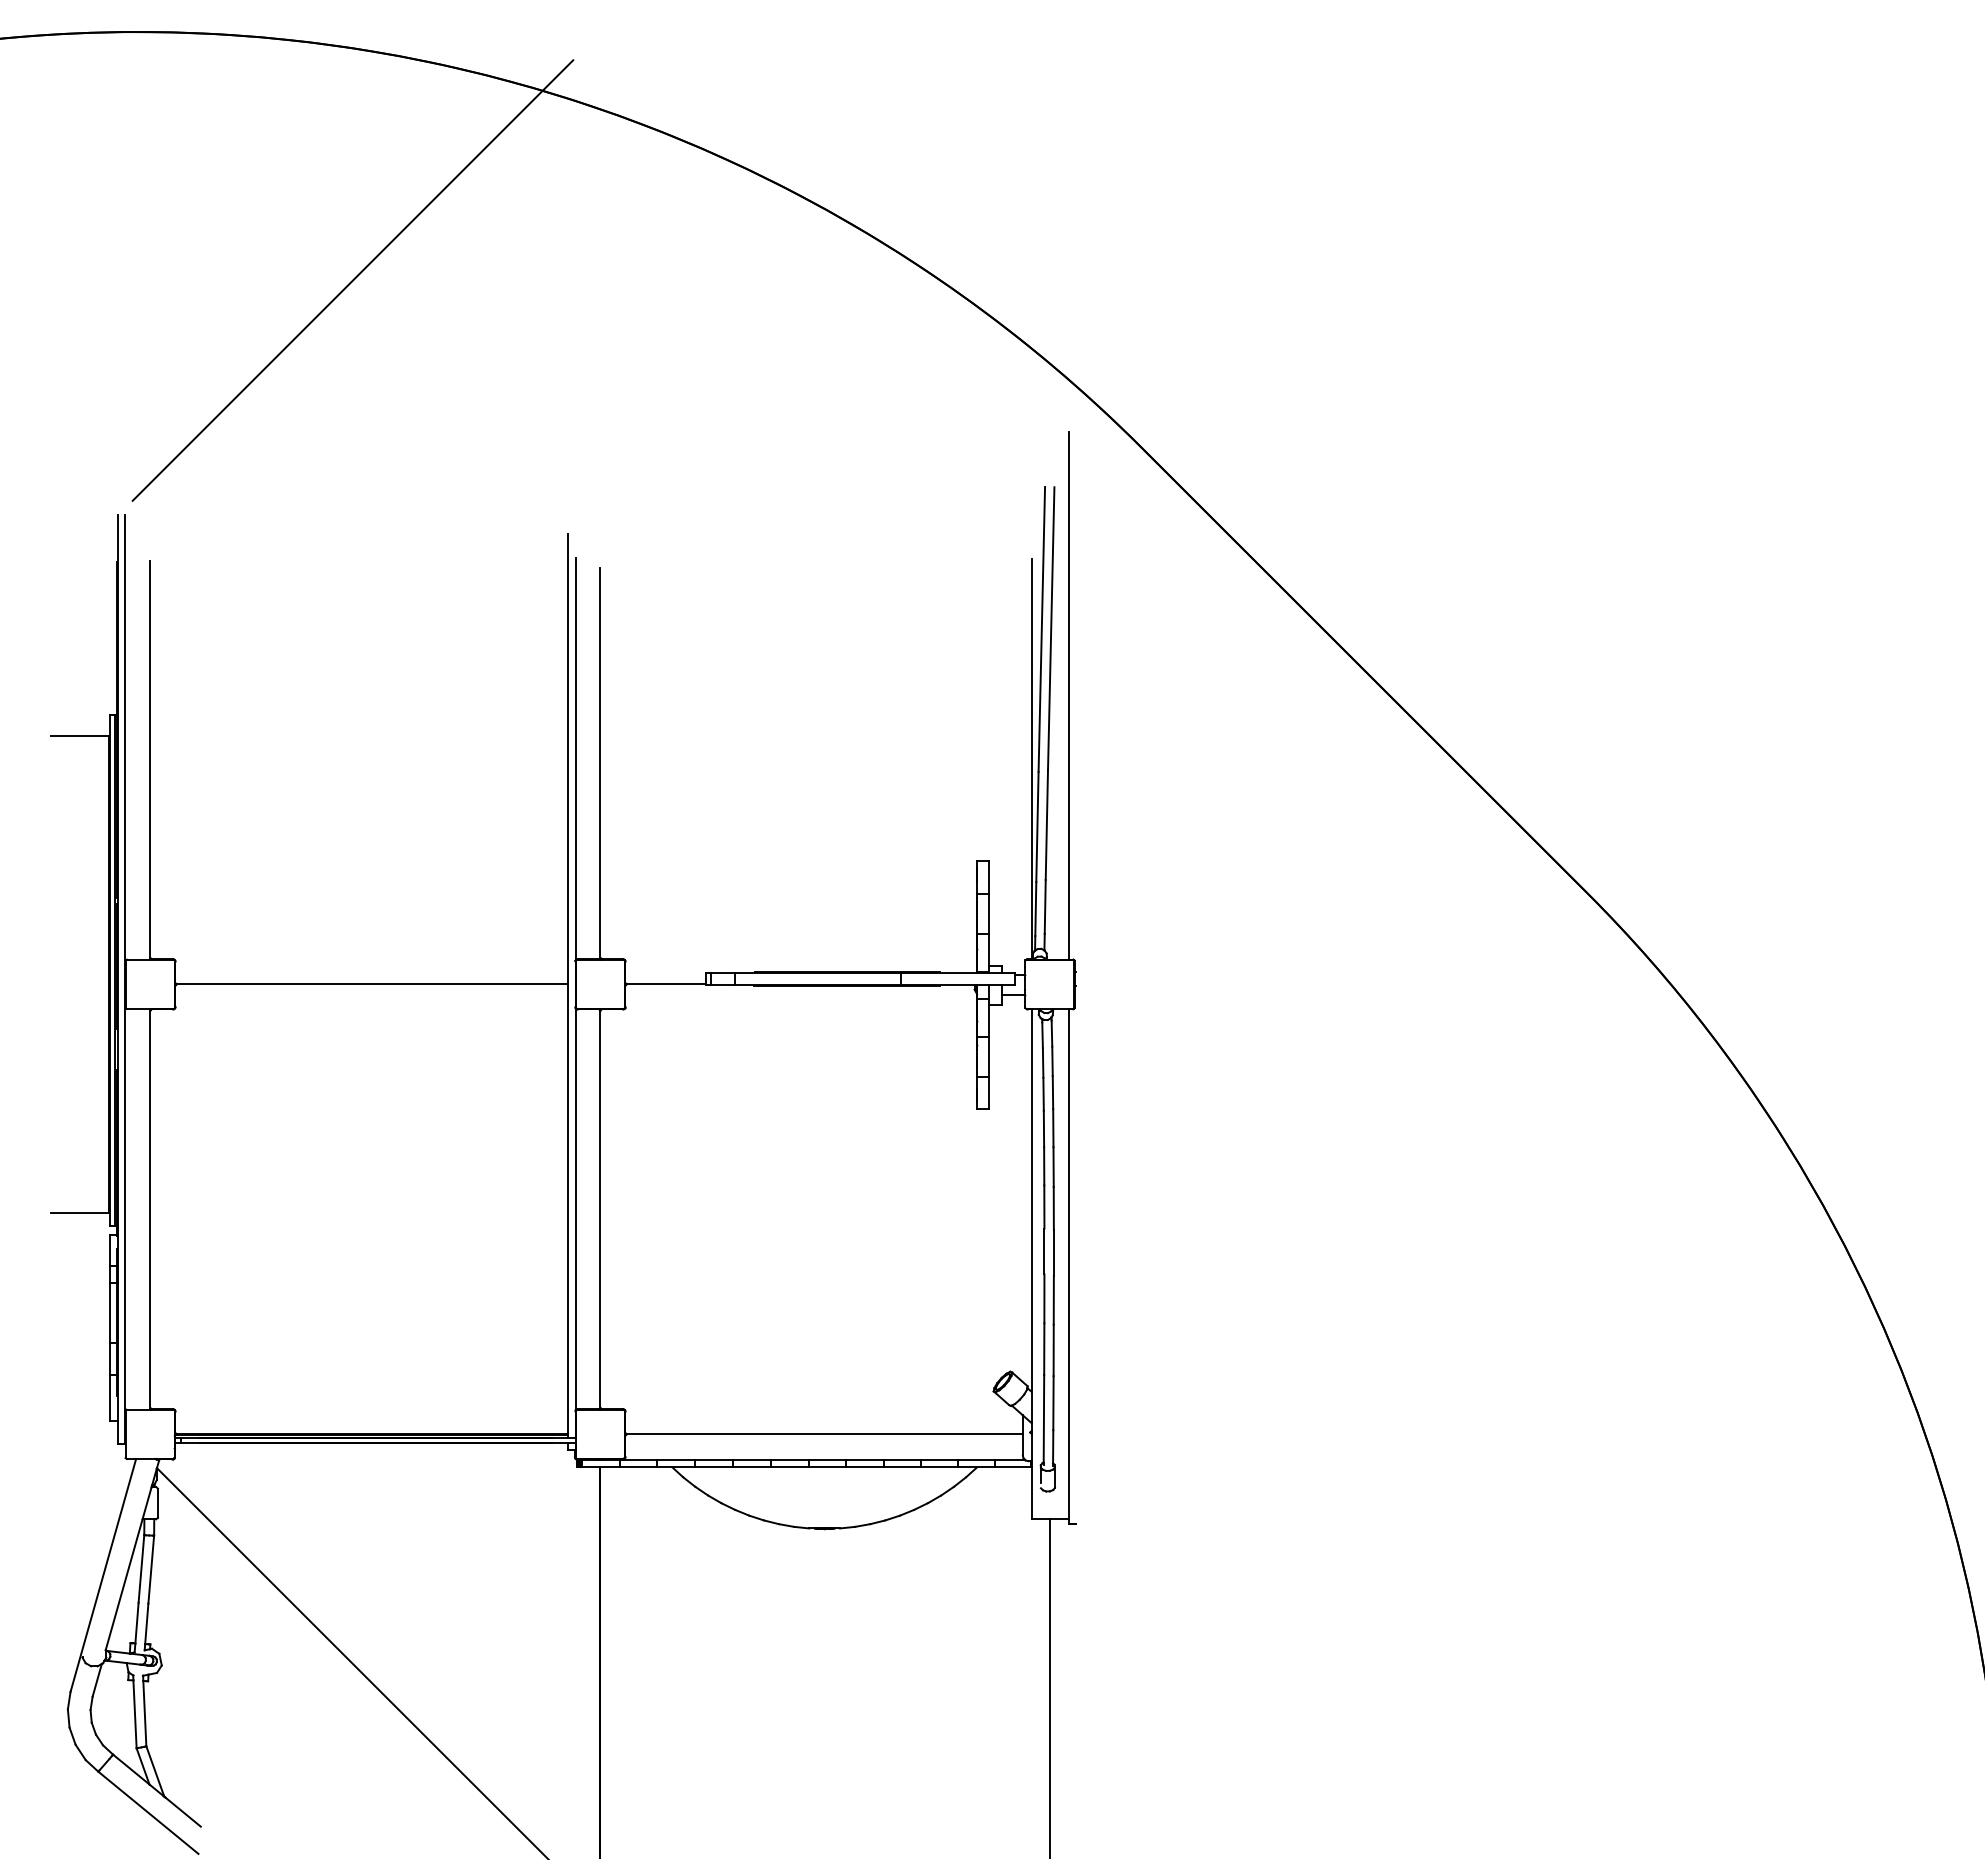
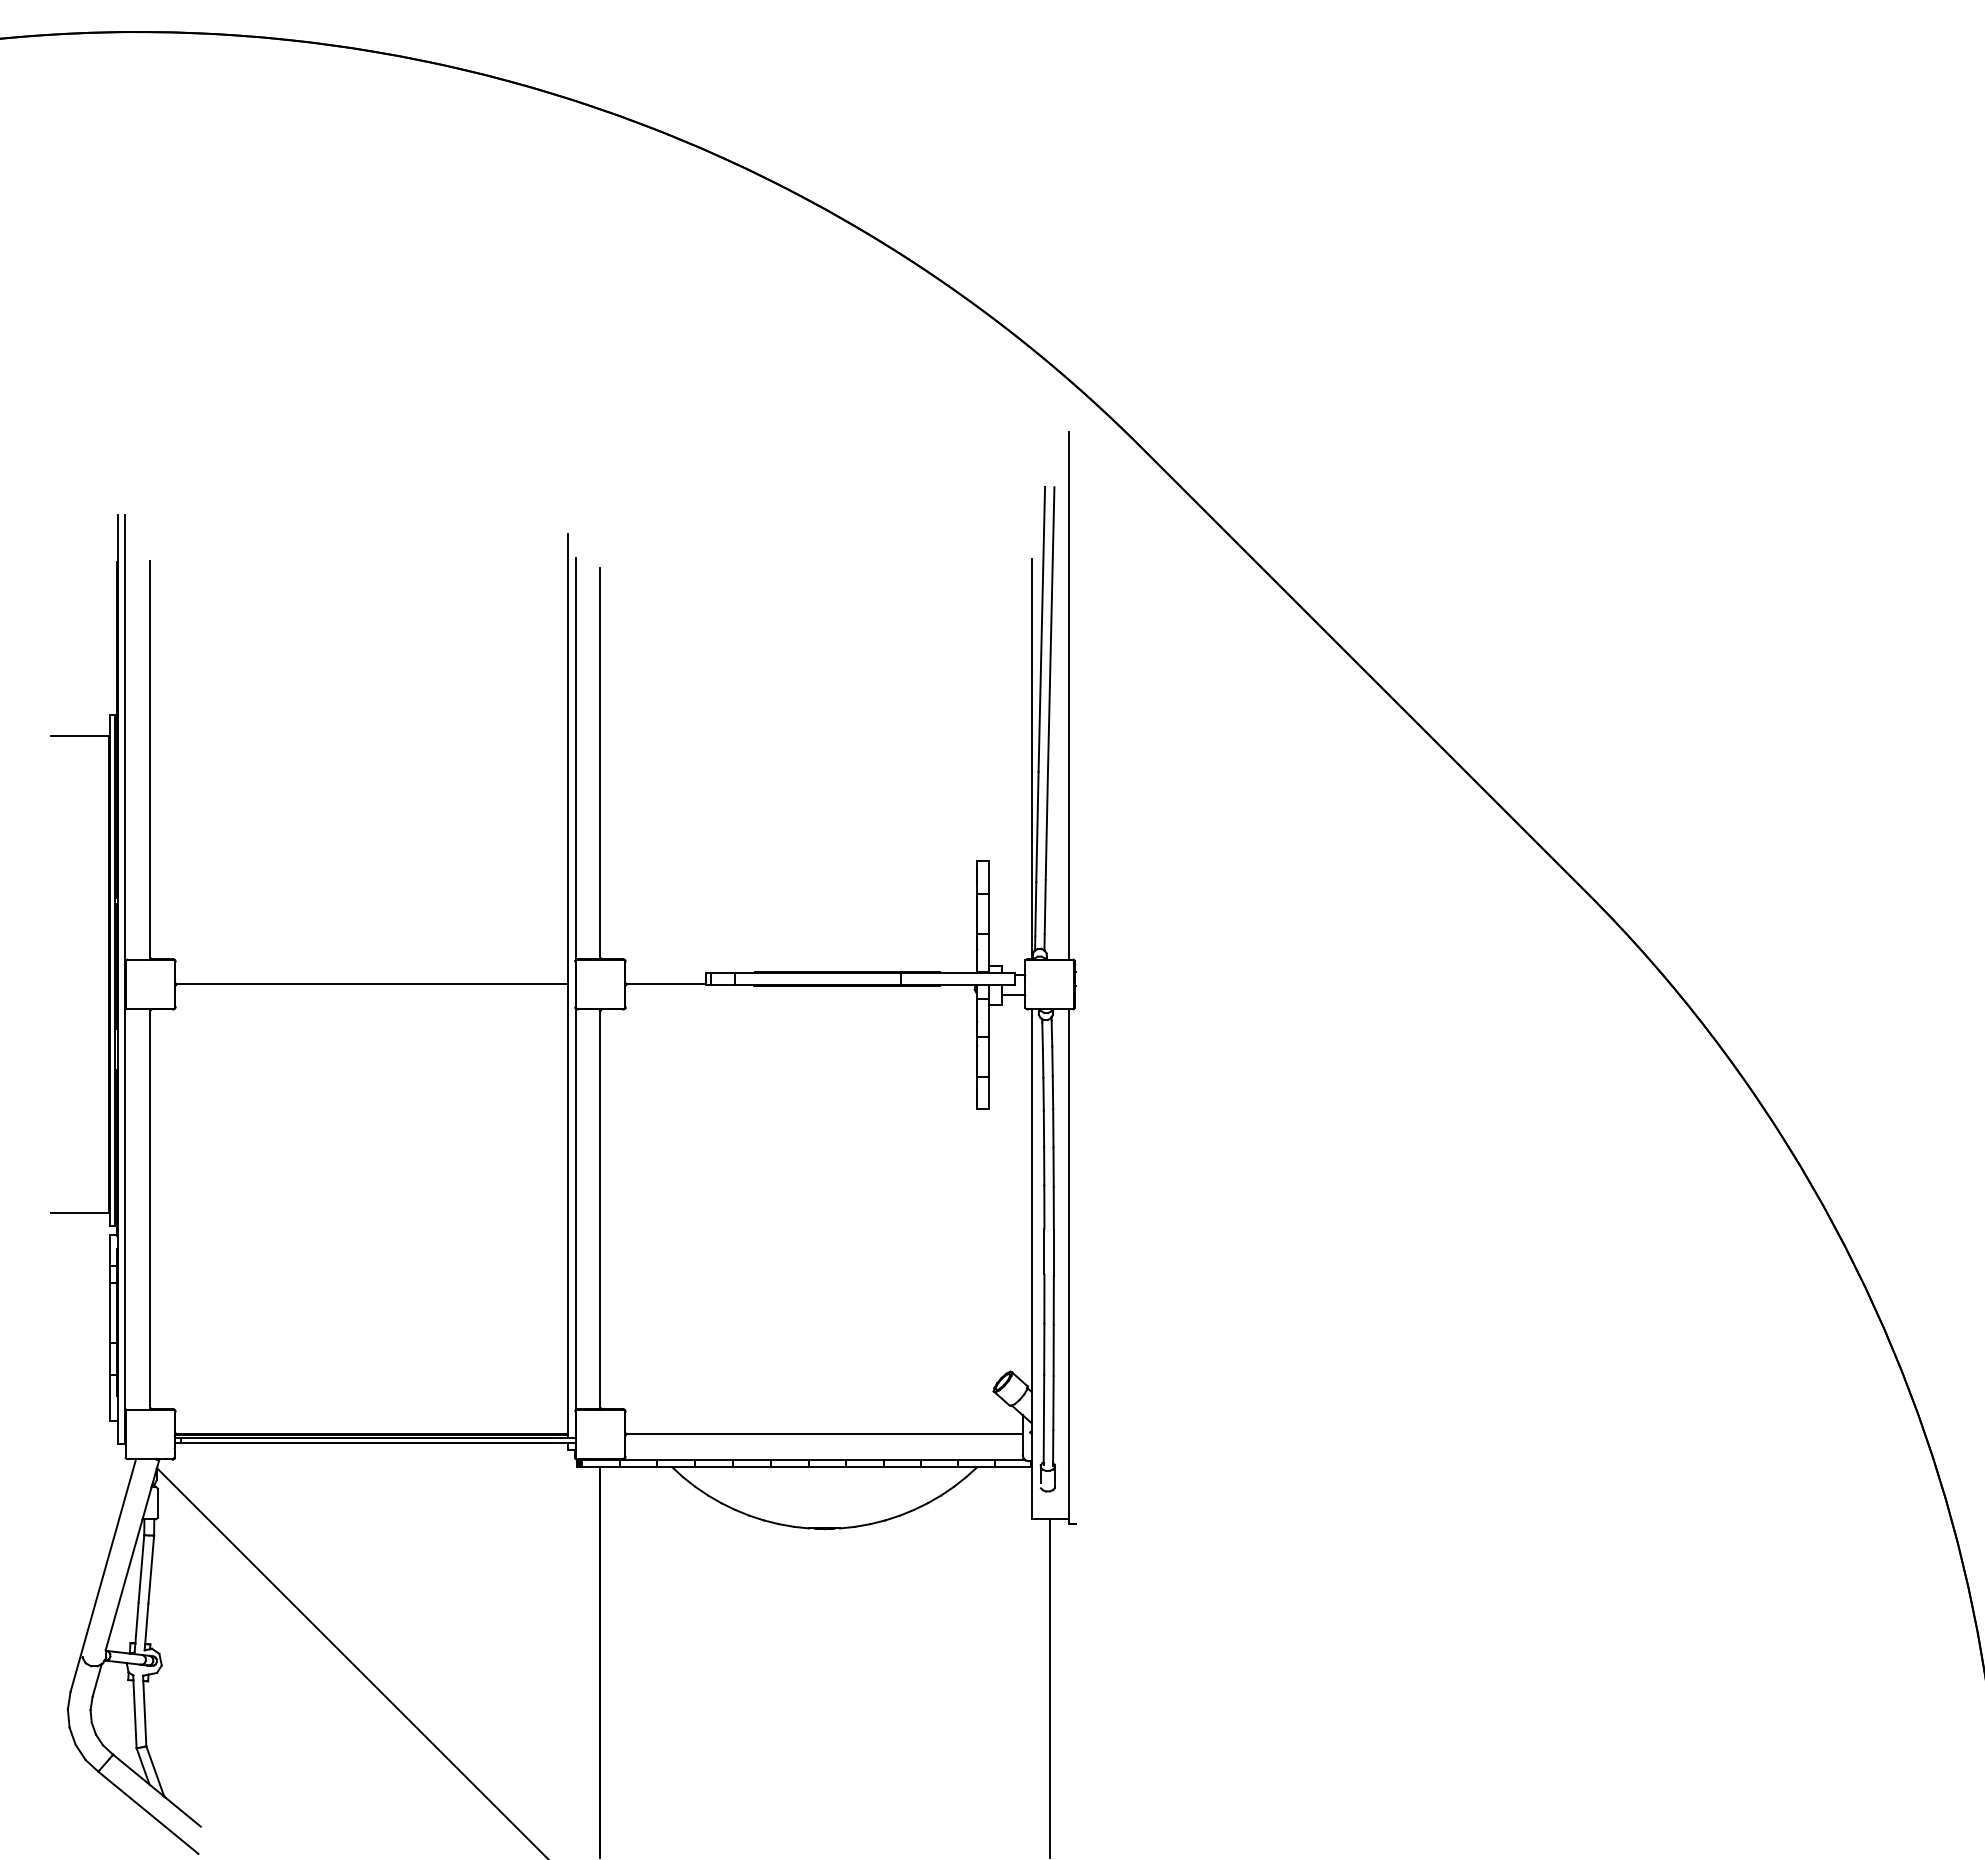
line at (352, 280): present -> none
